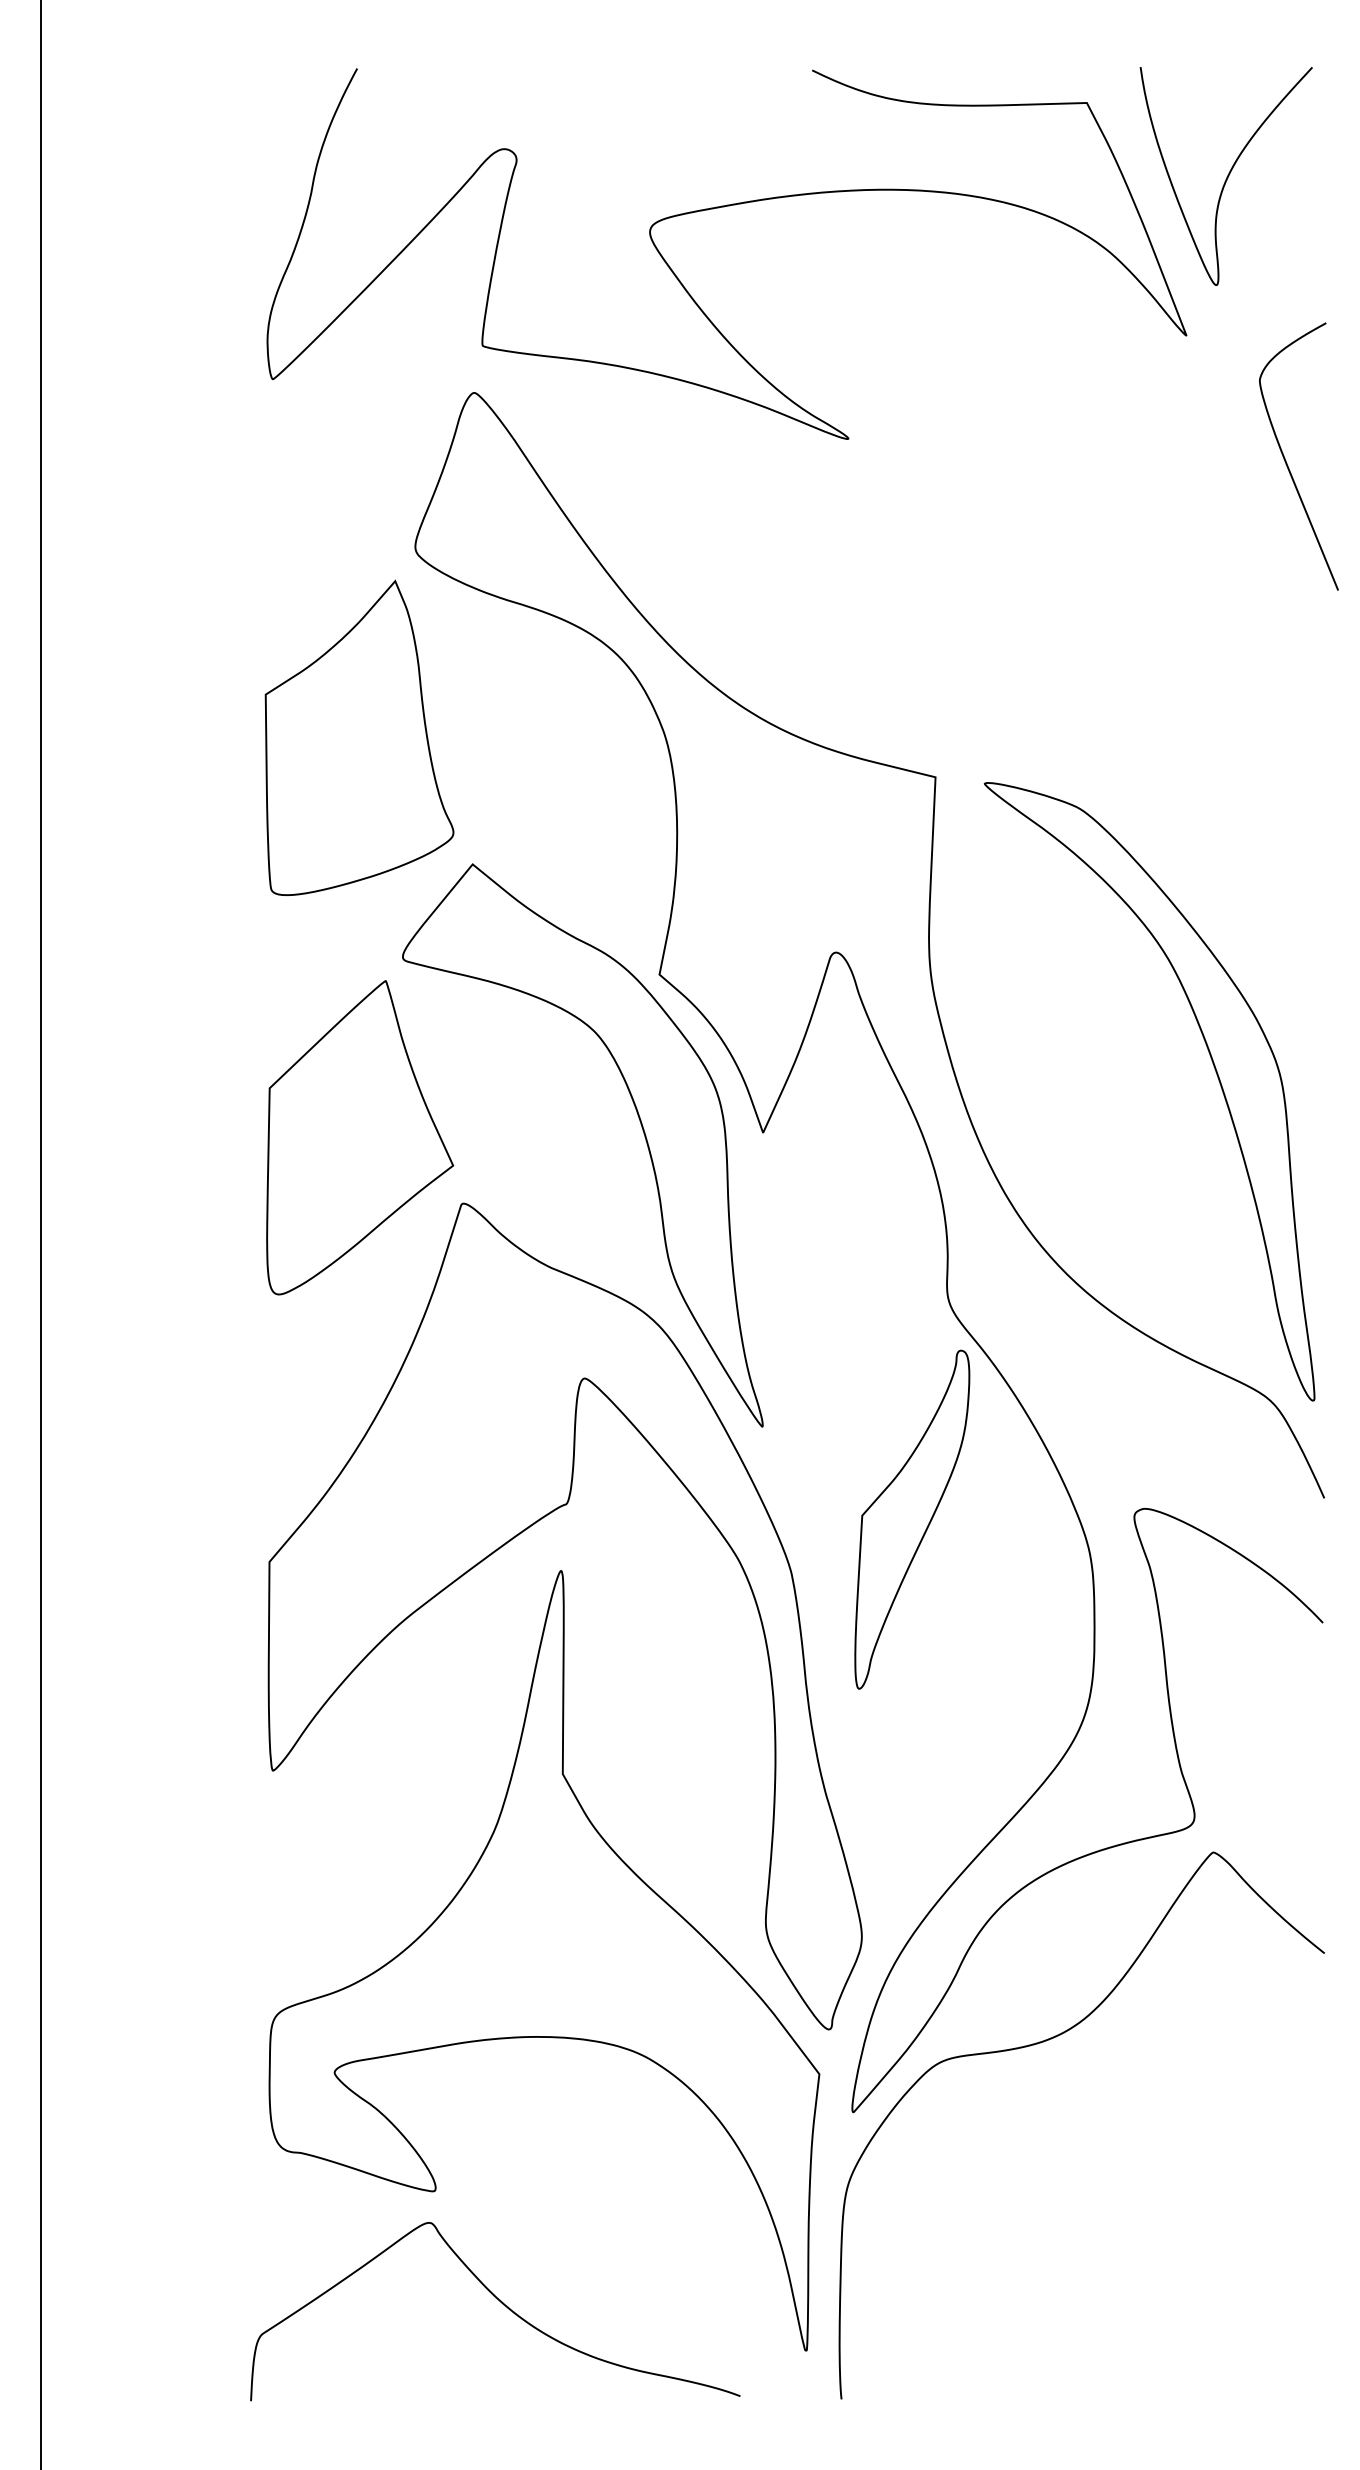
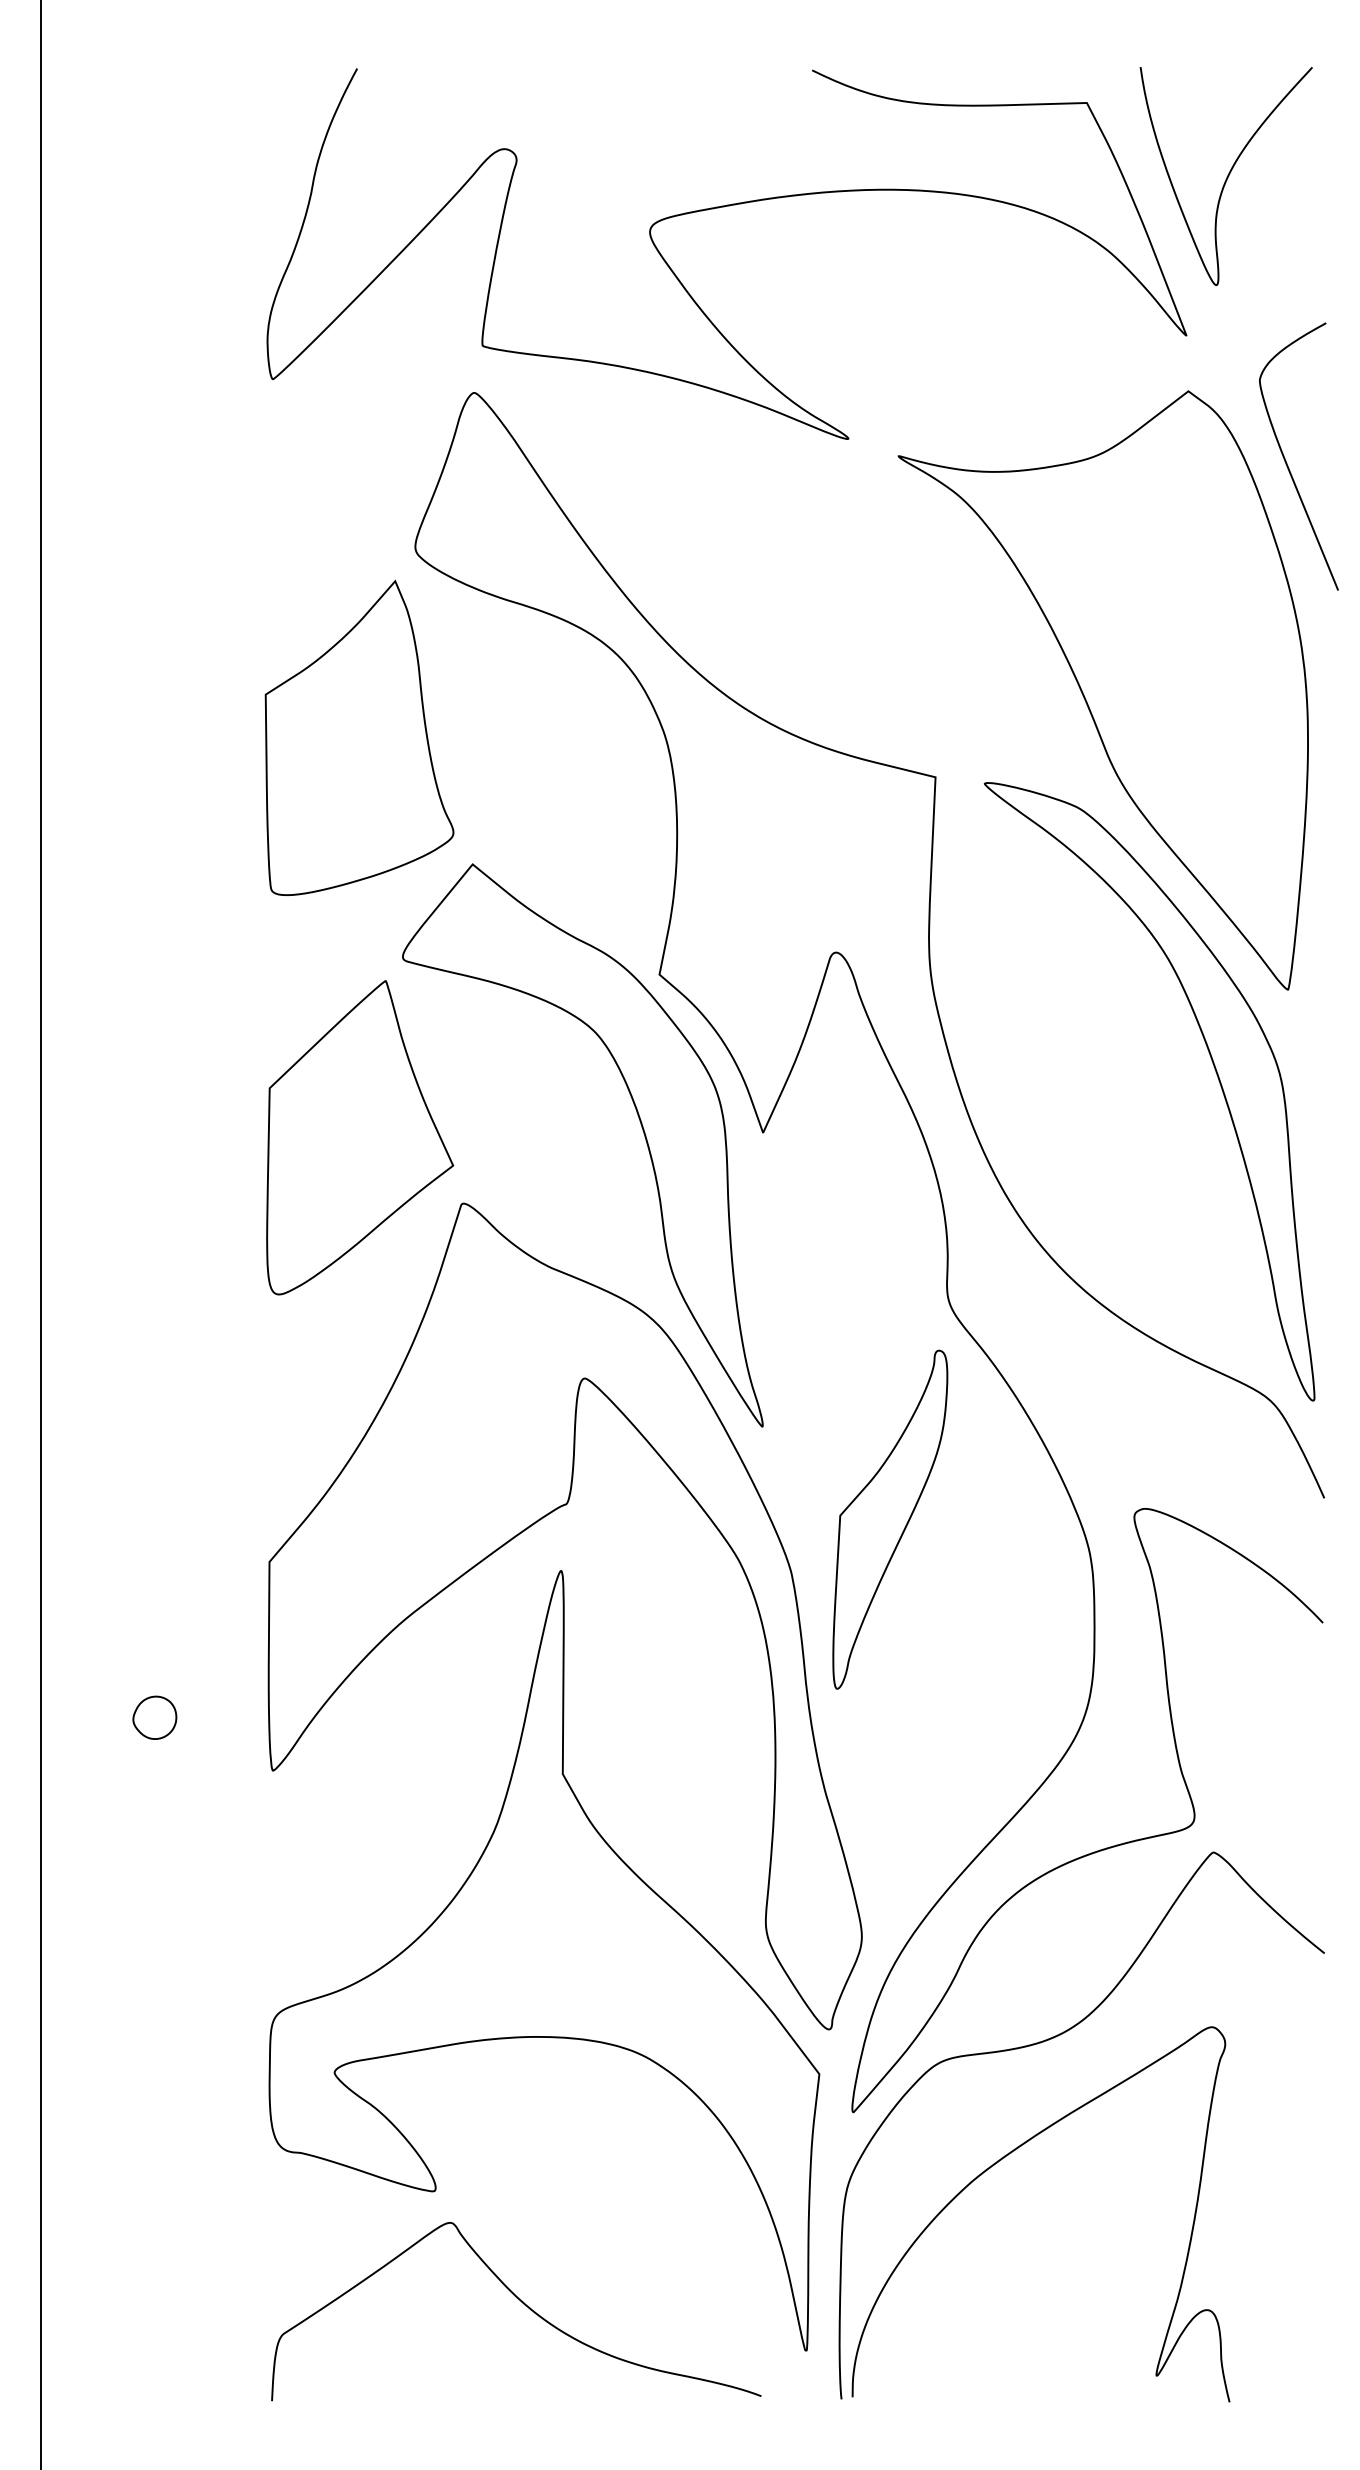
part at (1102, 690): none -> present
part at (912, 1519) position: (912, 1519) -> (890, 1519)
part at (154, 1717): none -> present
curve at (1001, 2160): none -> present
curve at (502, 2304) position: (502, 2304) -> (523, 2304)
